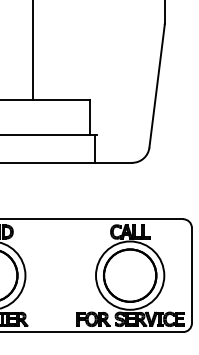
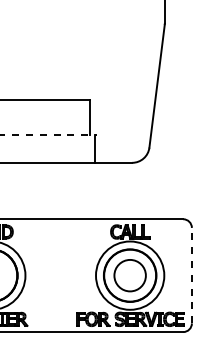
line at (32, 50): present -> none
line at (49, 134): solid -> dashed
circle at (129, 275) diameter: 52 px -> 31 px
line at (191, 275): solid -> dashed
